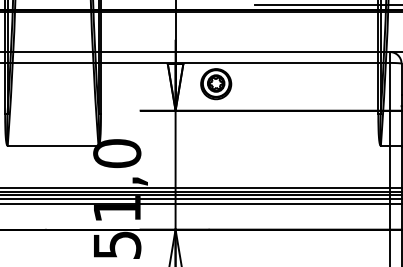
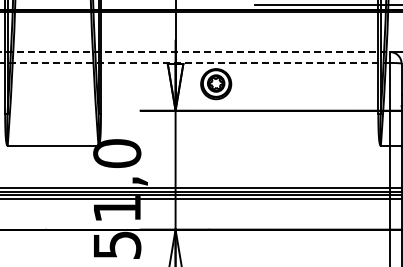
line at (194, 52): solid -> dashed
line at (195, 62): solid -> dashed
line at (200, 203): present -> none
